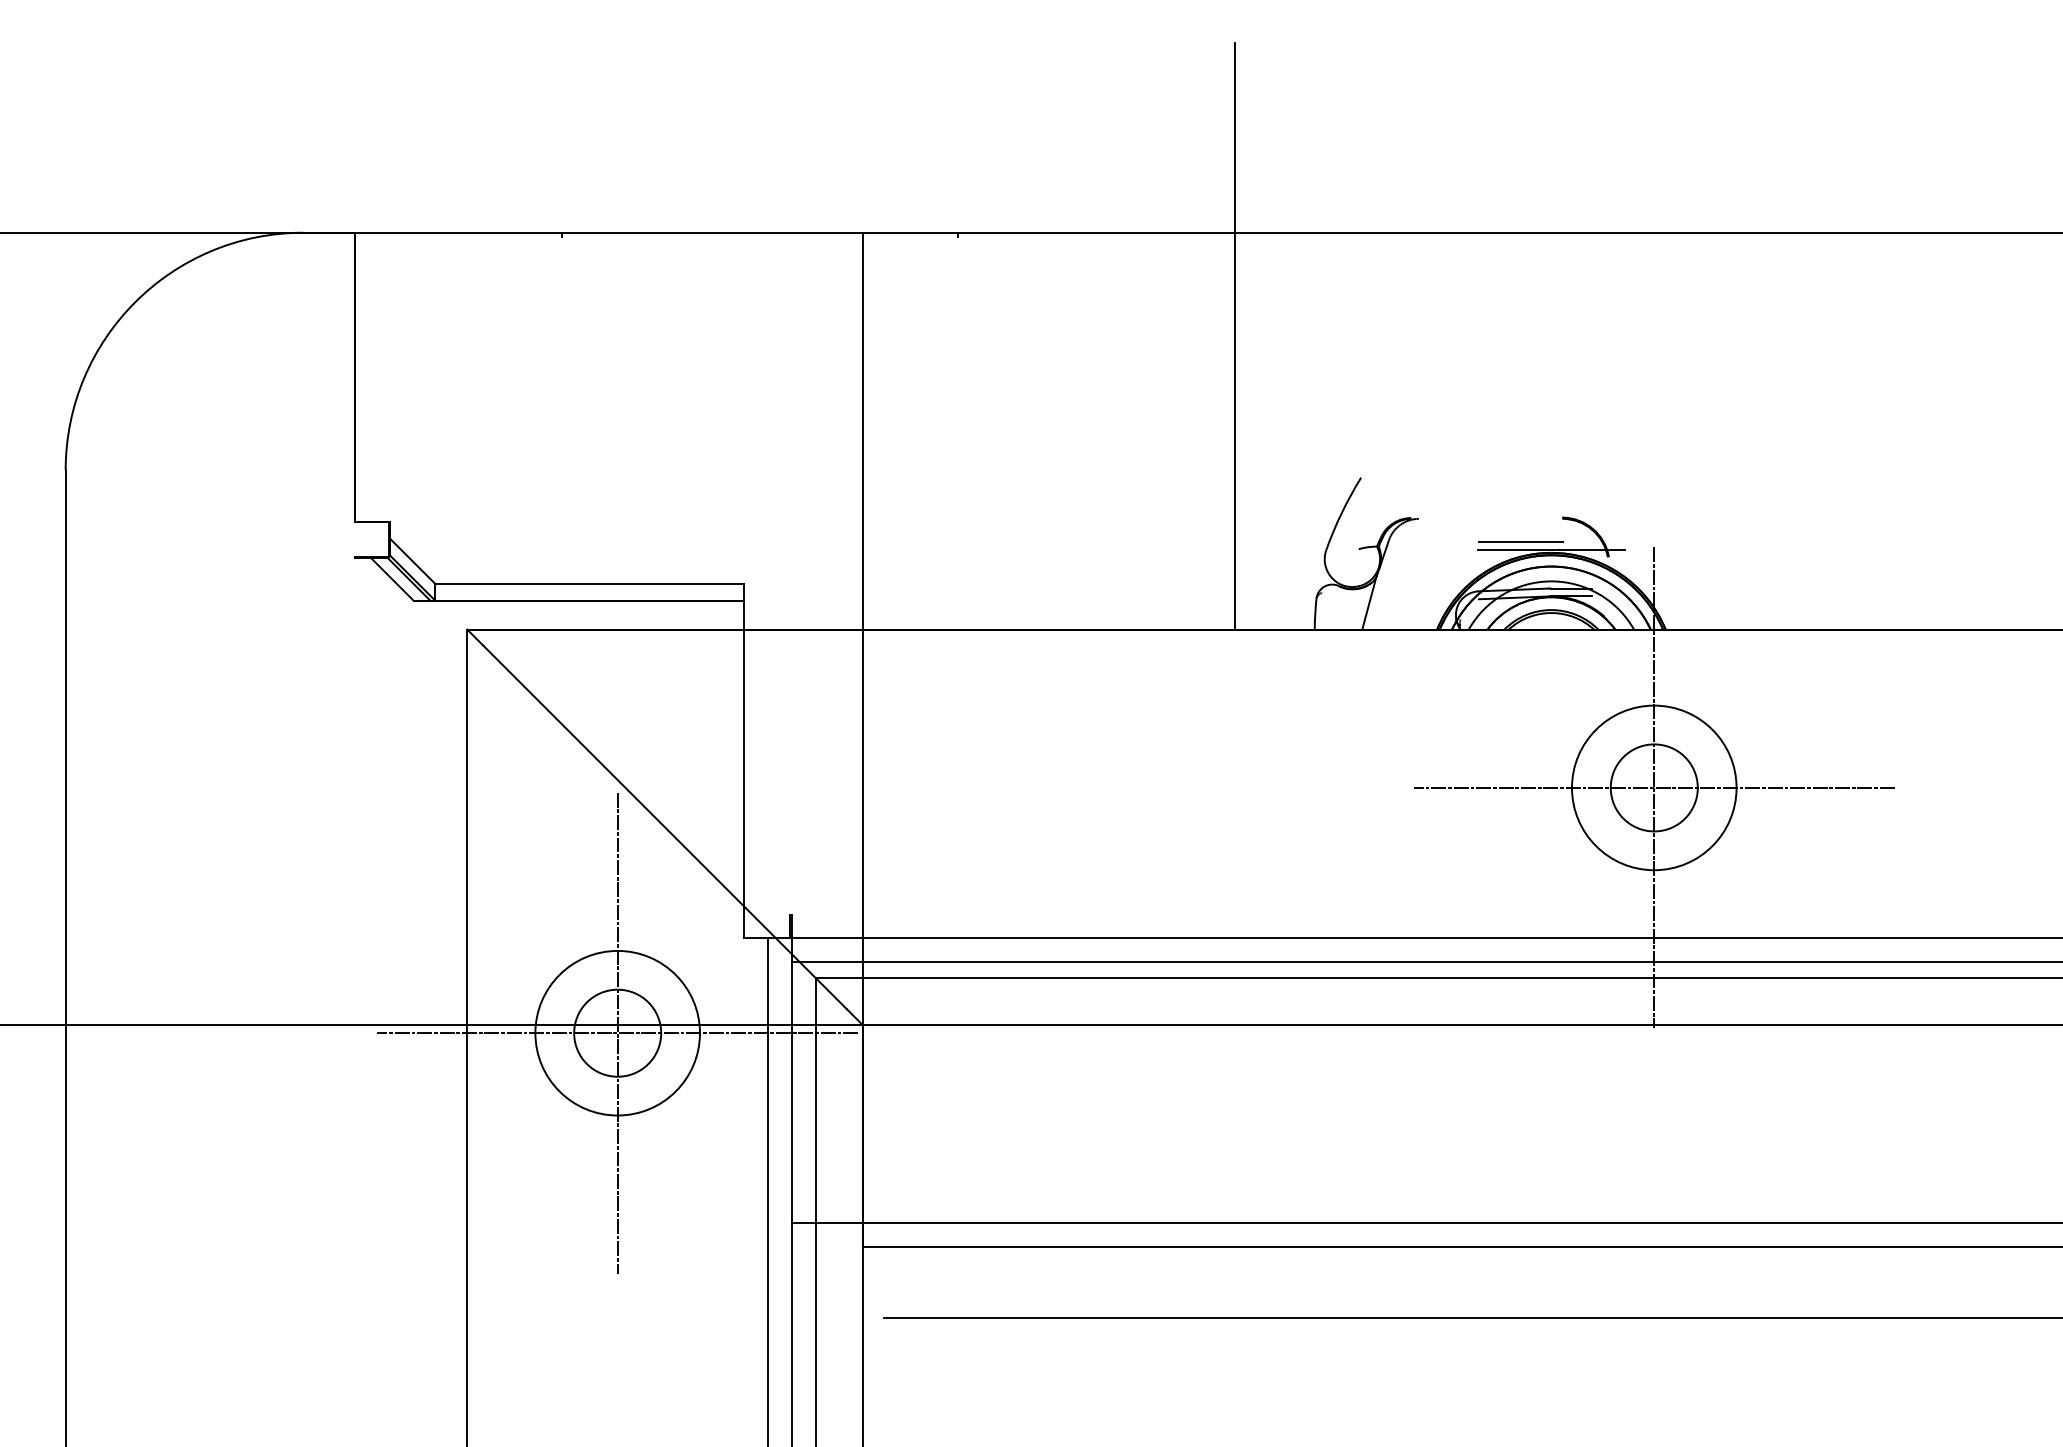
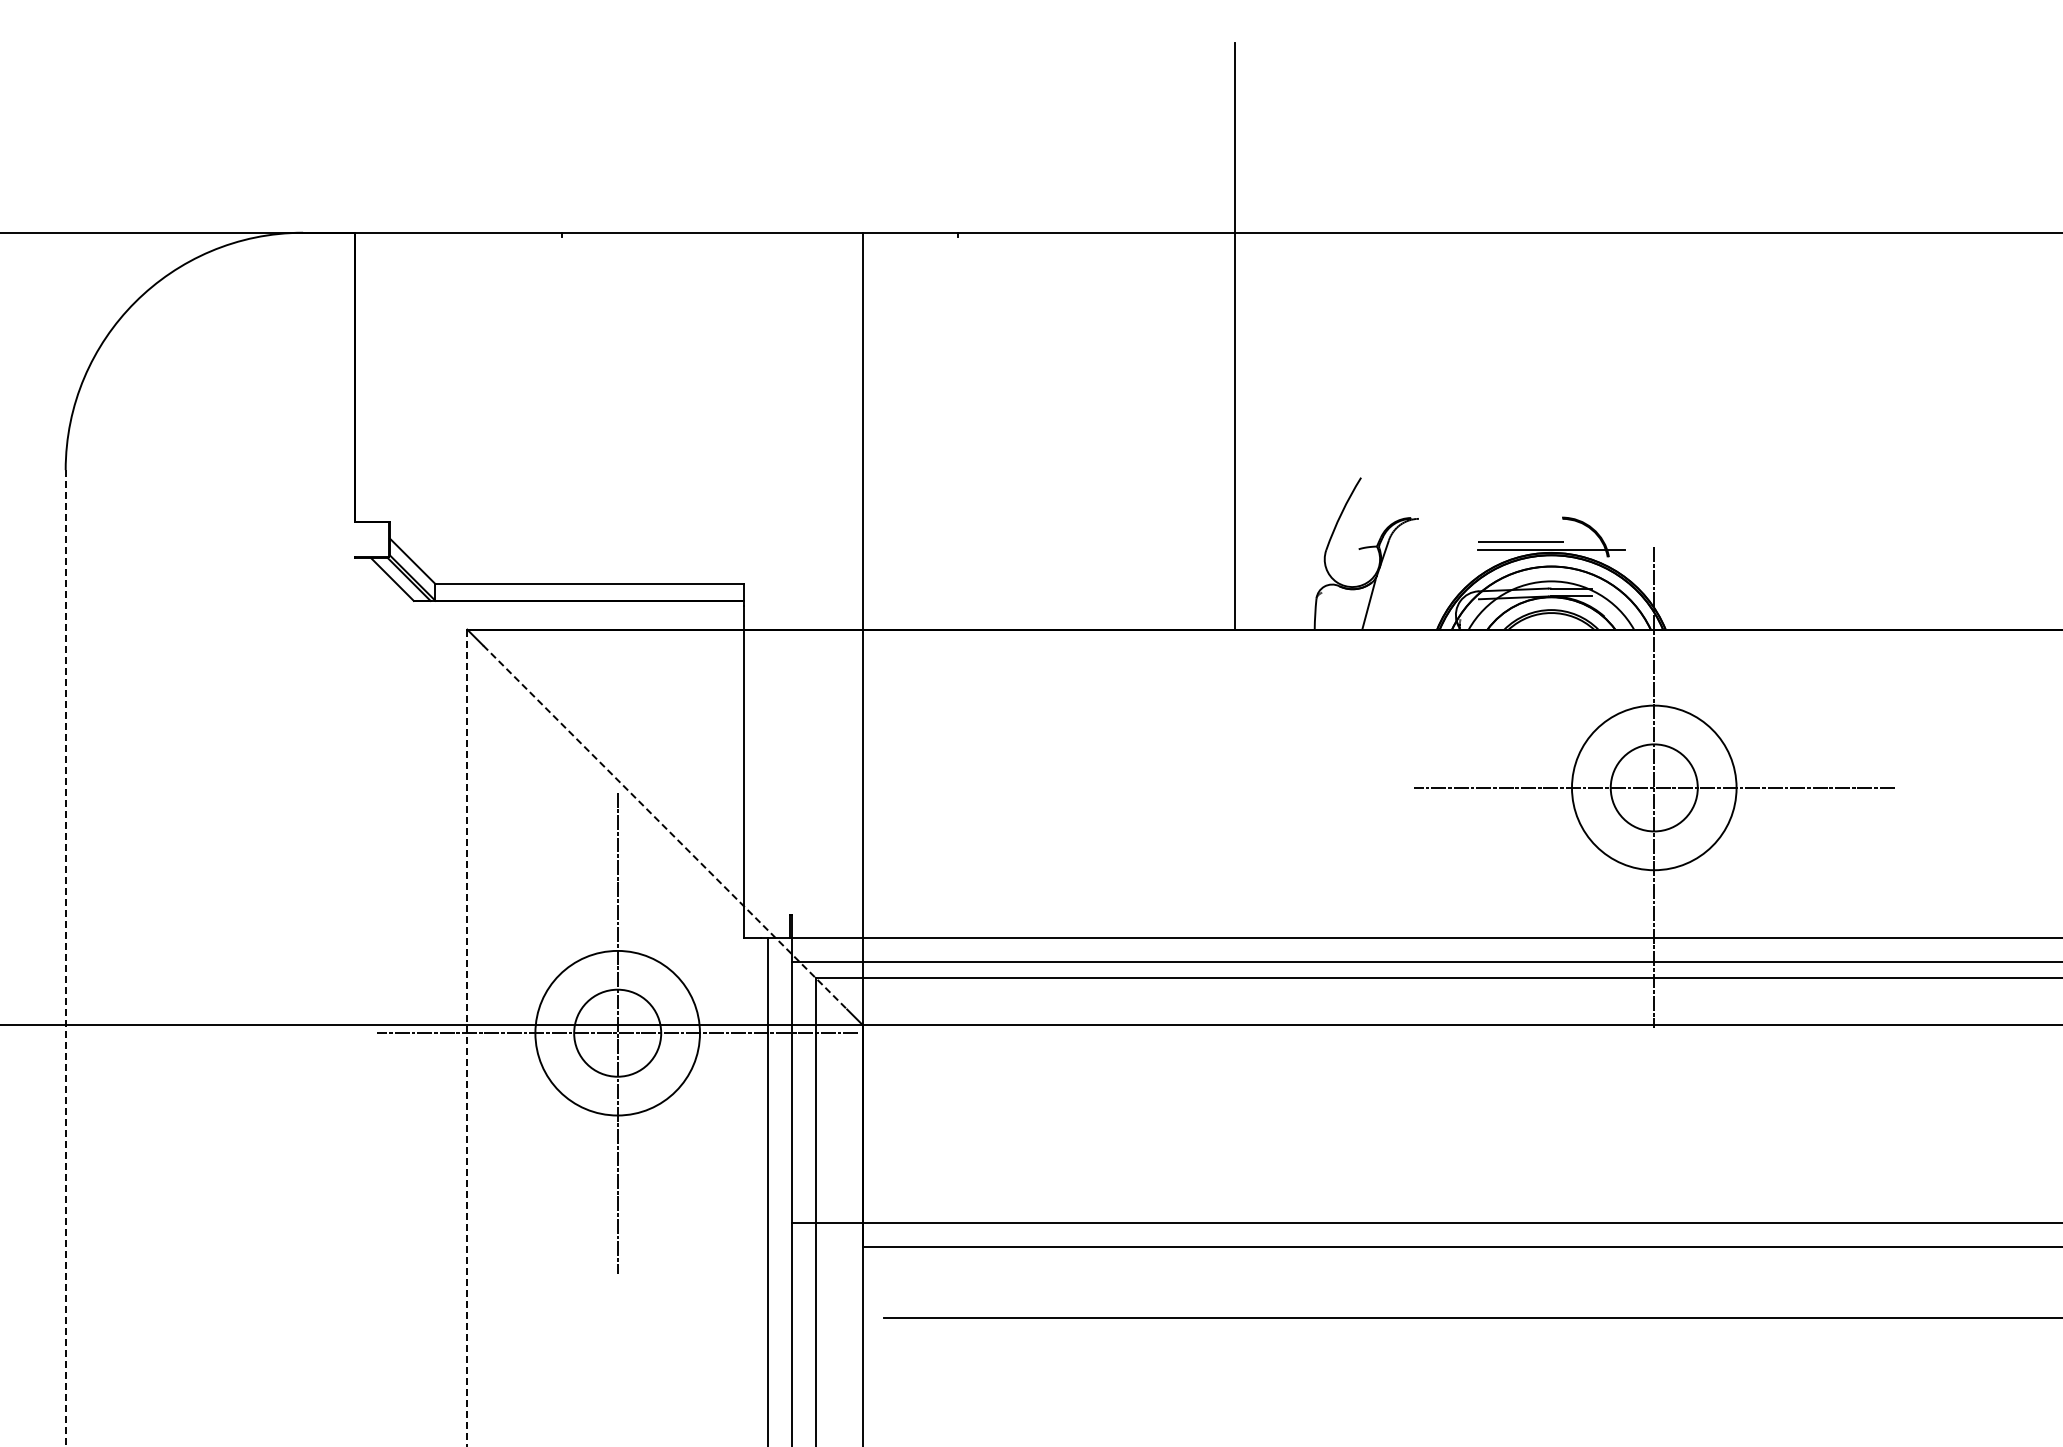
line at (665, 827): solid -> dashed
line at (65, 958): solid -> dashed
line at (467, 1038): solid -> dashed
